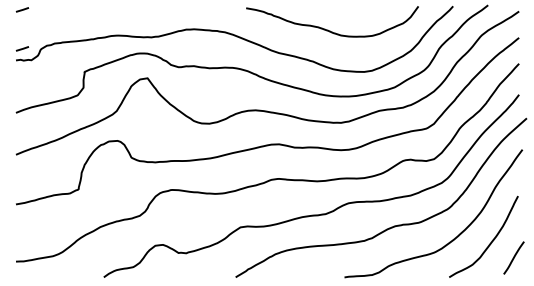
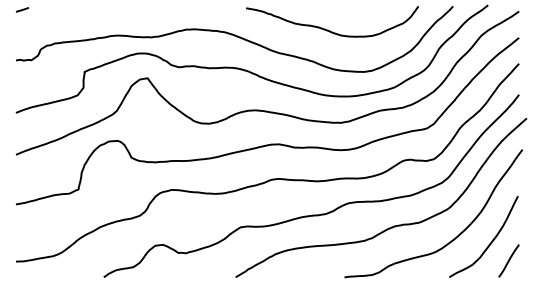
line at (22, 48): present -> none
line at (513, 257) position: (513, 257) -> (508, 260)
